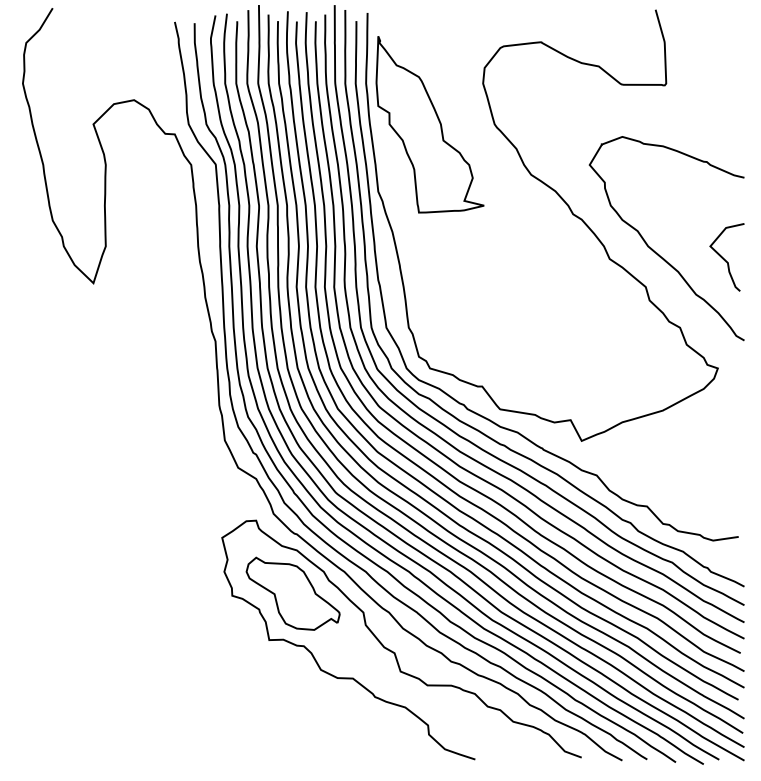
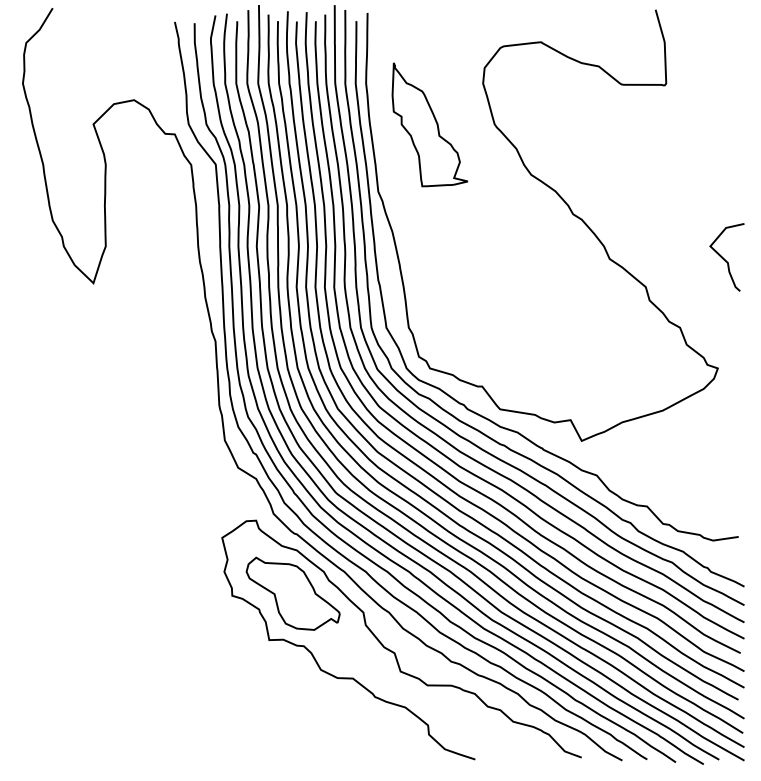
part at (429, 124) size: 110x178 px -> 78x126 px
curve at (654, 250): present -> none
